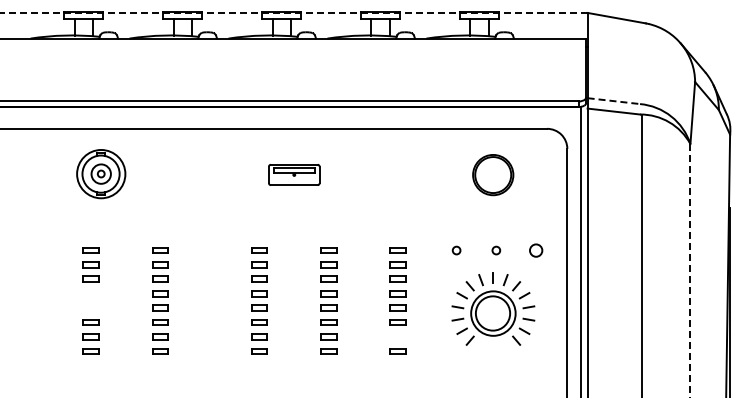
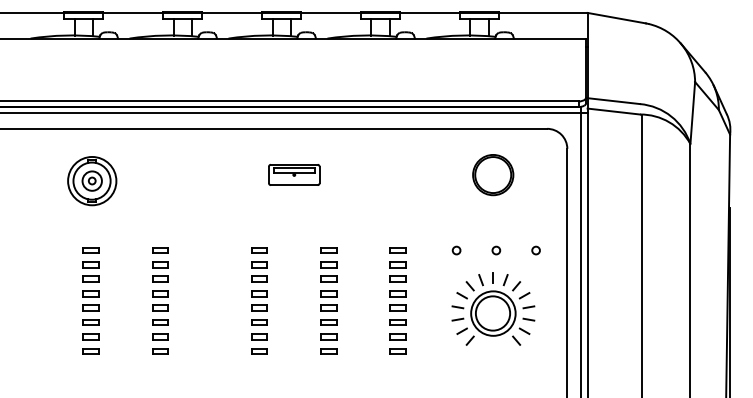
line at (293, 12): dashed -> solid
line at (614, 101): dashed -> solid
line at (294, 113): none -> present
part at (101, 174) position: (101, 174) -> (92, 181)
circle at (536, 250) size: 15x15 px -> 10x11 px
line at (690, 271): dashed -> solid
part at (90, 300): none -> present
part at (397, 336): none -> present
